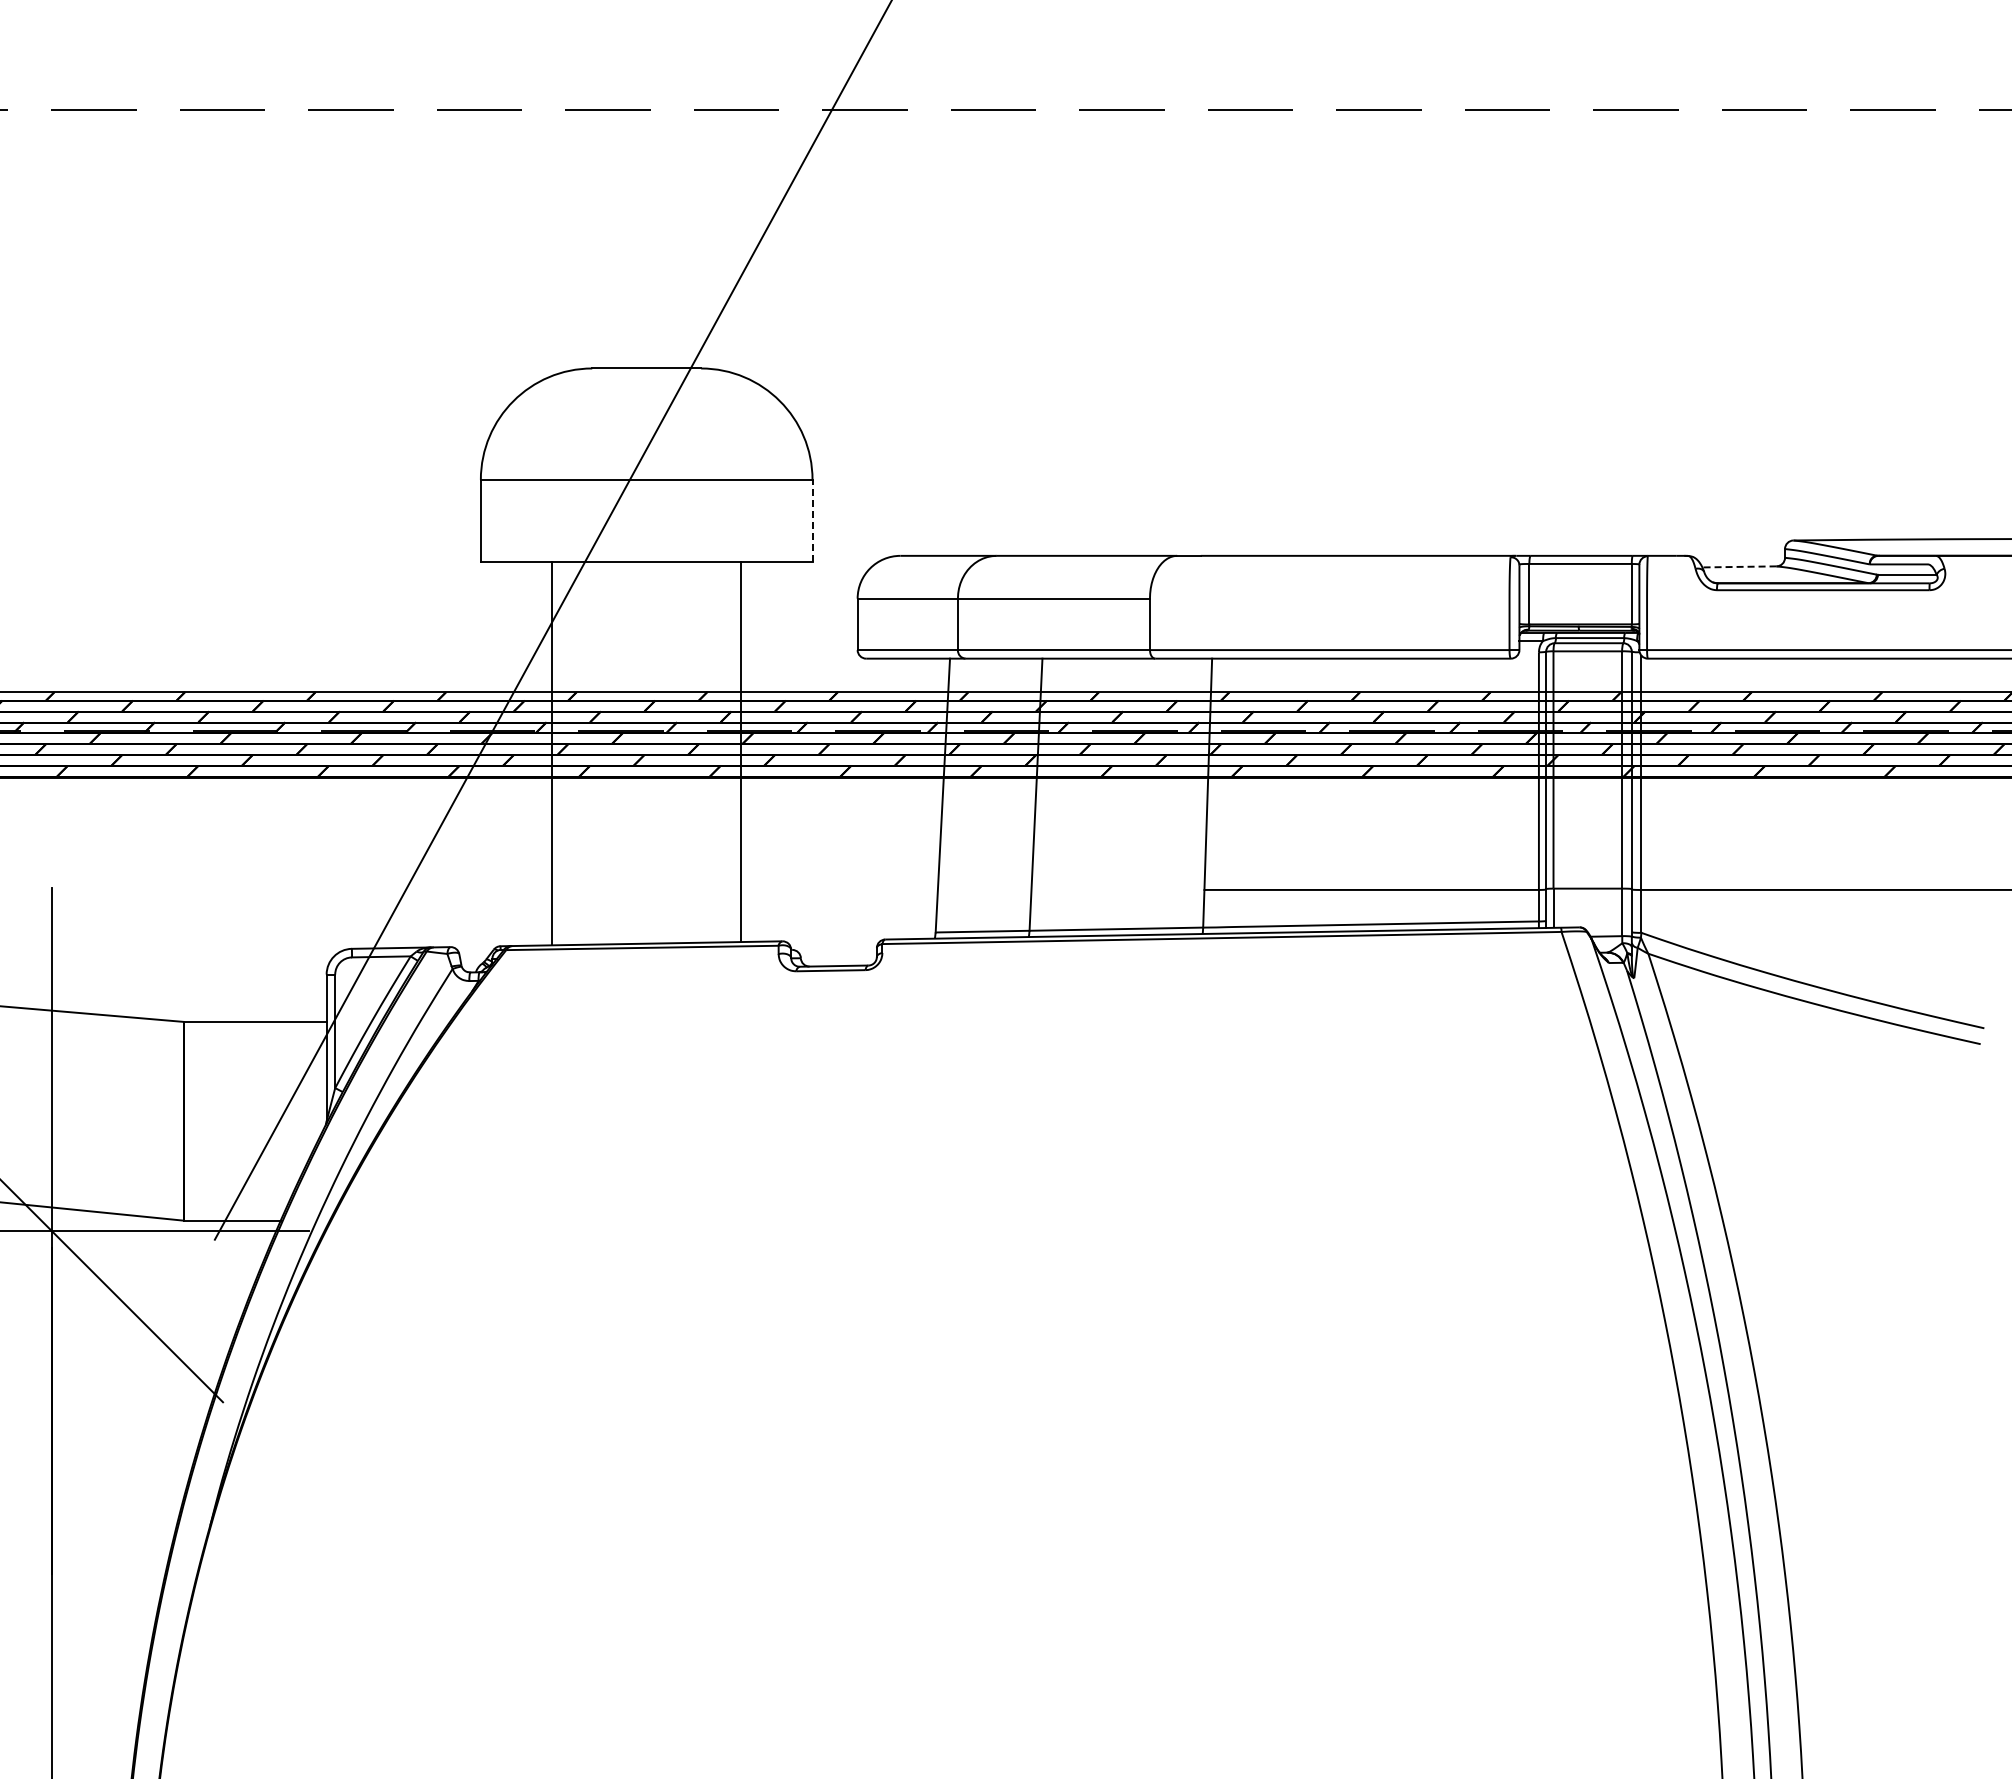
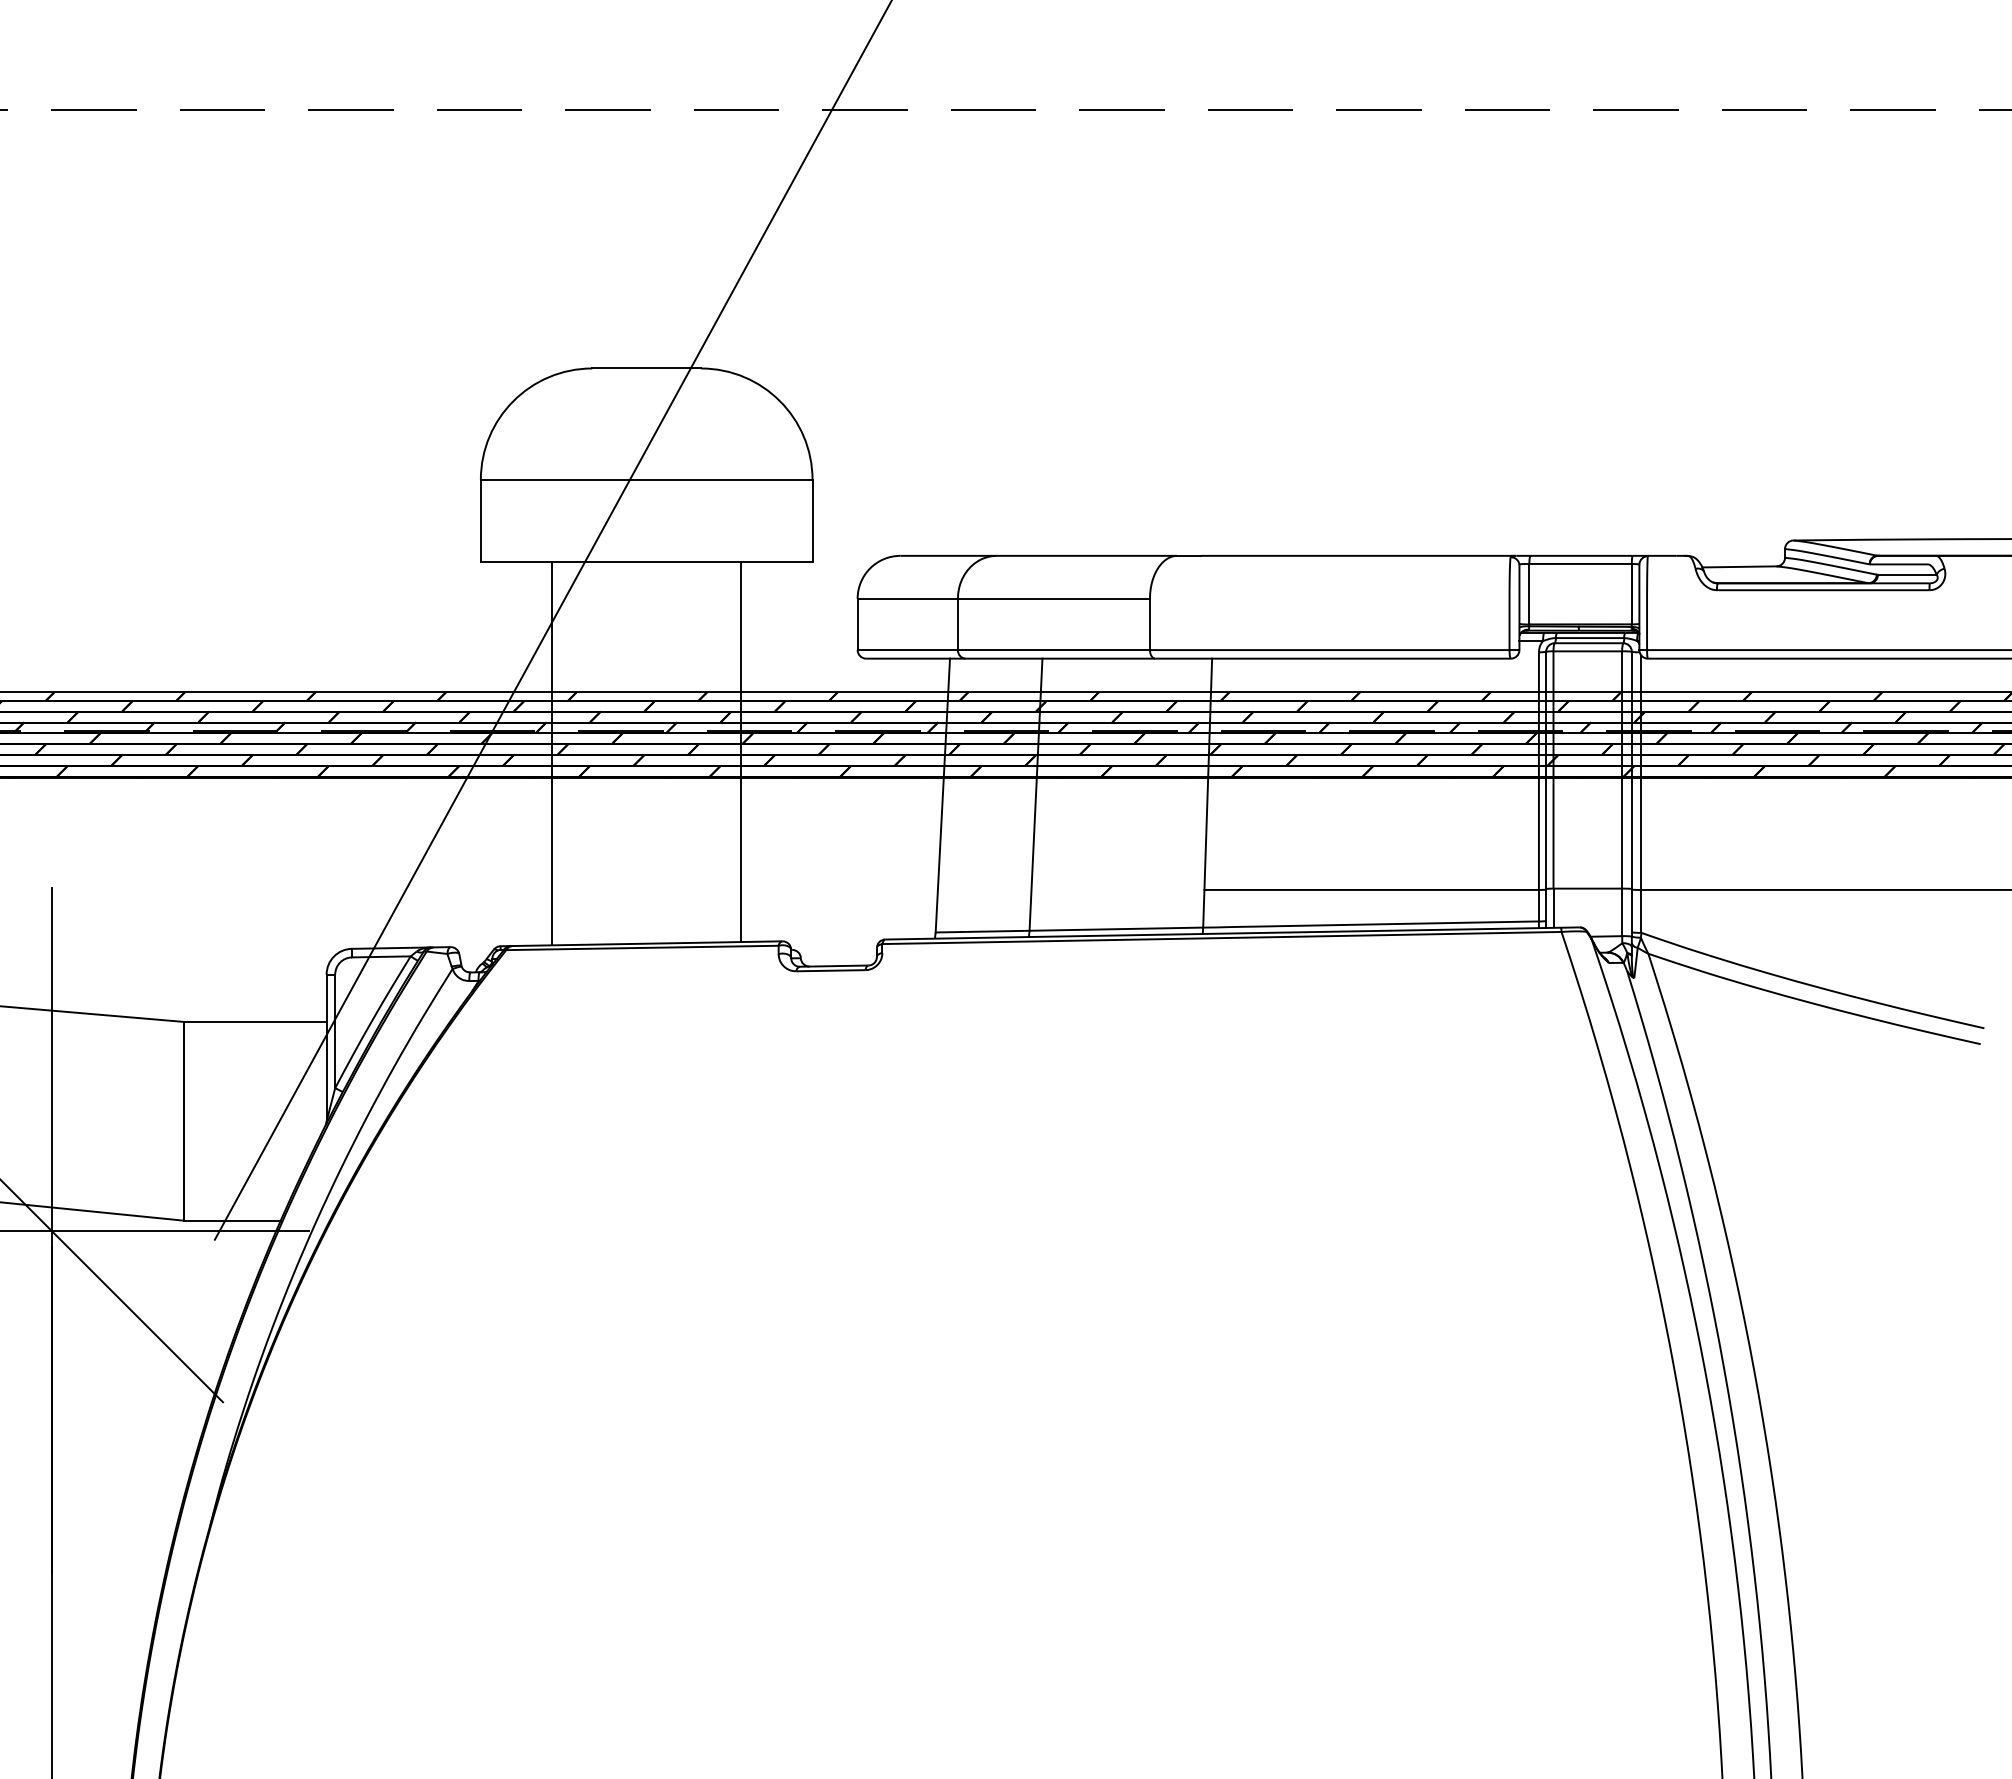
line at (812, 520): dashed -> solid
line at (1738, 566): dashed -> solid
